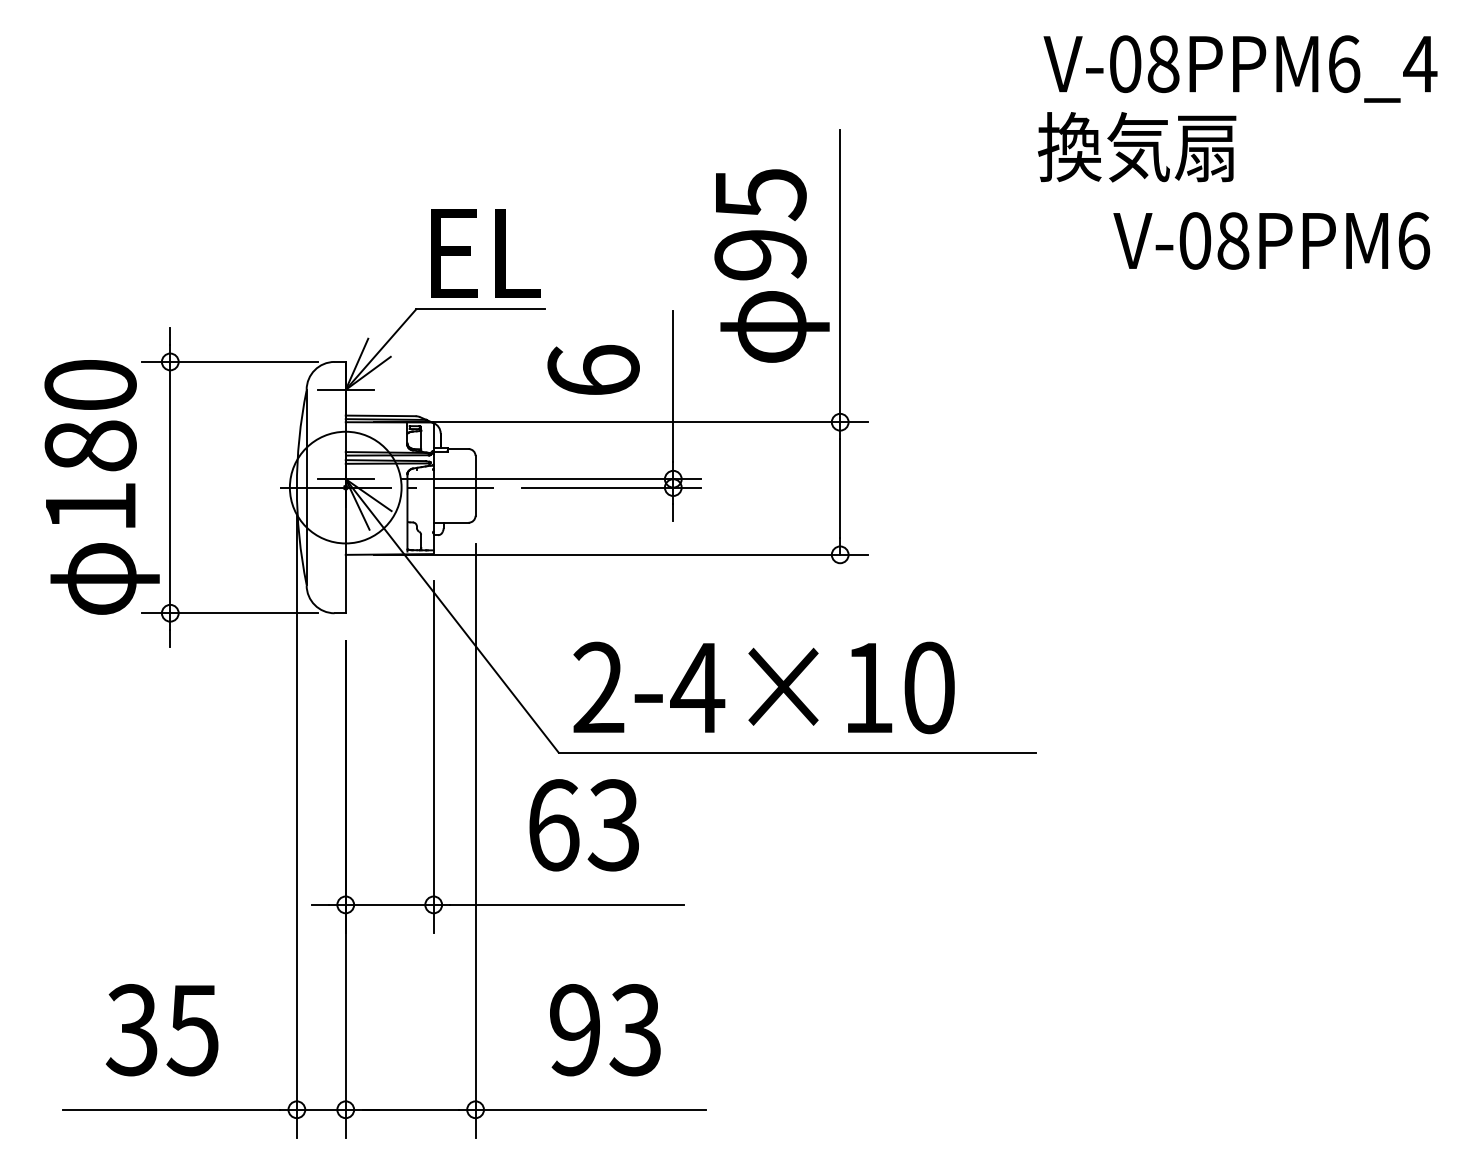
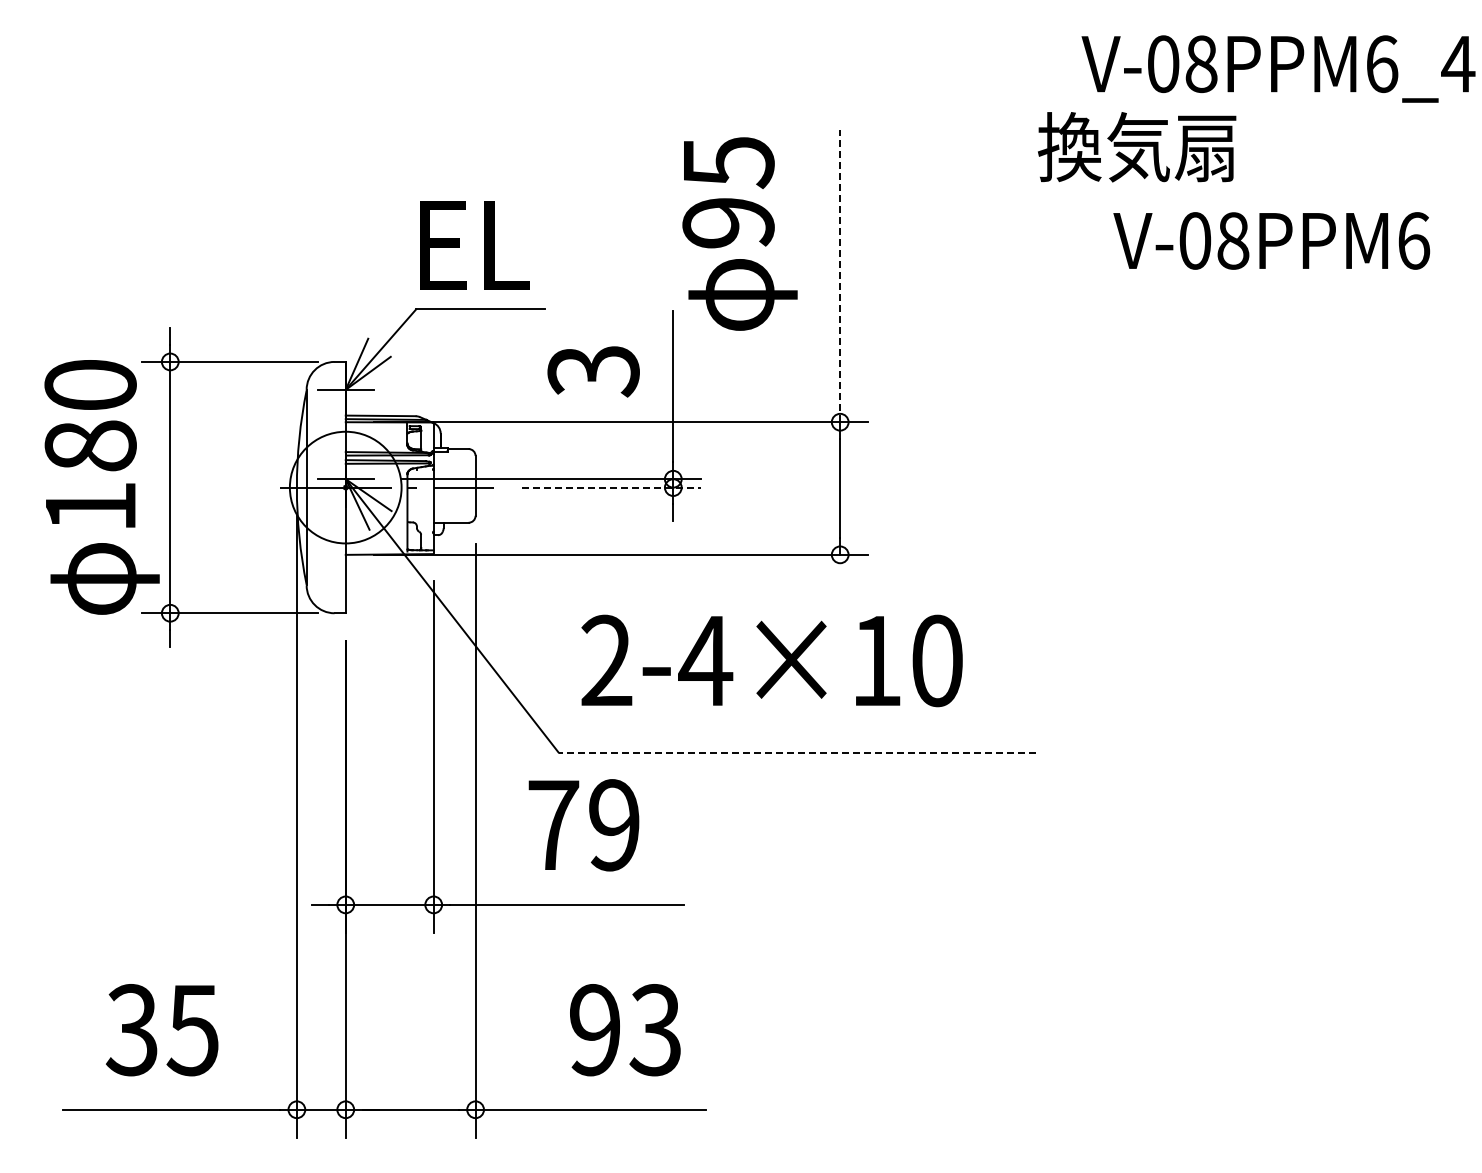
text at (1240, 68) position: (1240, 68) -> (1278, 68)
text at (485, 253) position: (485, 253) -> (474, 245)
text at (771, 265) position: (771, 265) -> (739, 233)
line at (840, 275): solid -> dashed
text at (593, 371): 6 -> 3
line at (611, 487): solid -> dashed
text at (763, 687) position: (763, 687) -> (771, 660)
line at (797, 752): solid -> dashed
text at (583, 825): 63 -> 79
text at (605, 1030) position: (605, 1030) -> (625, 1030)
